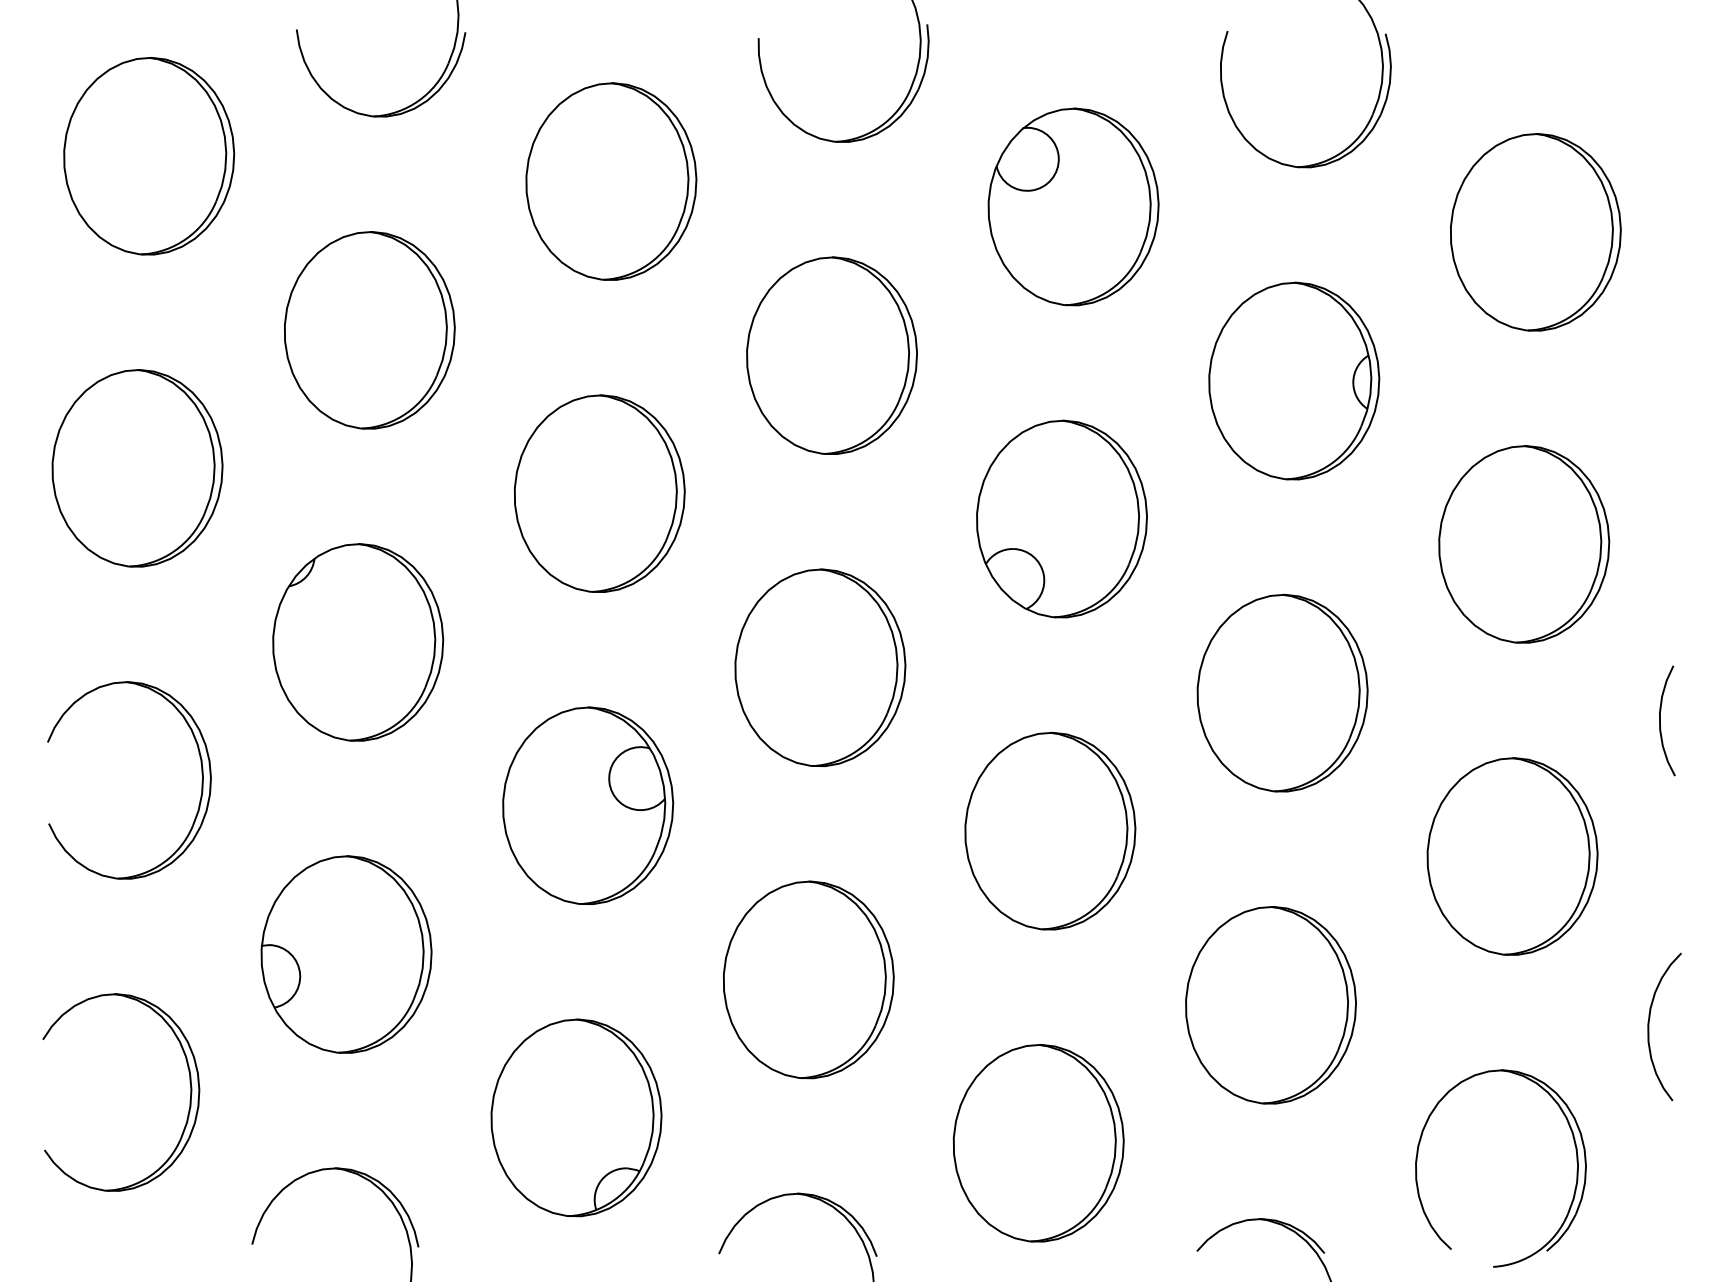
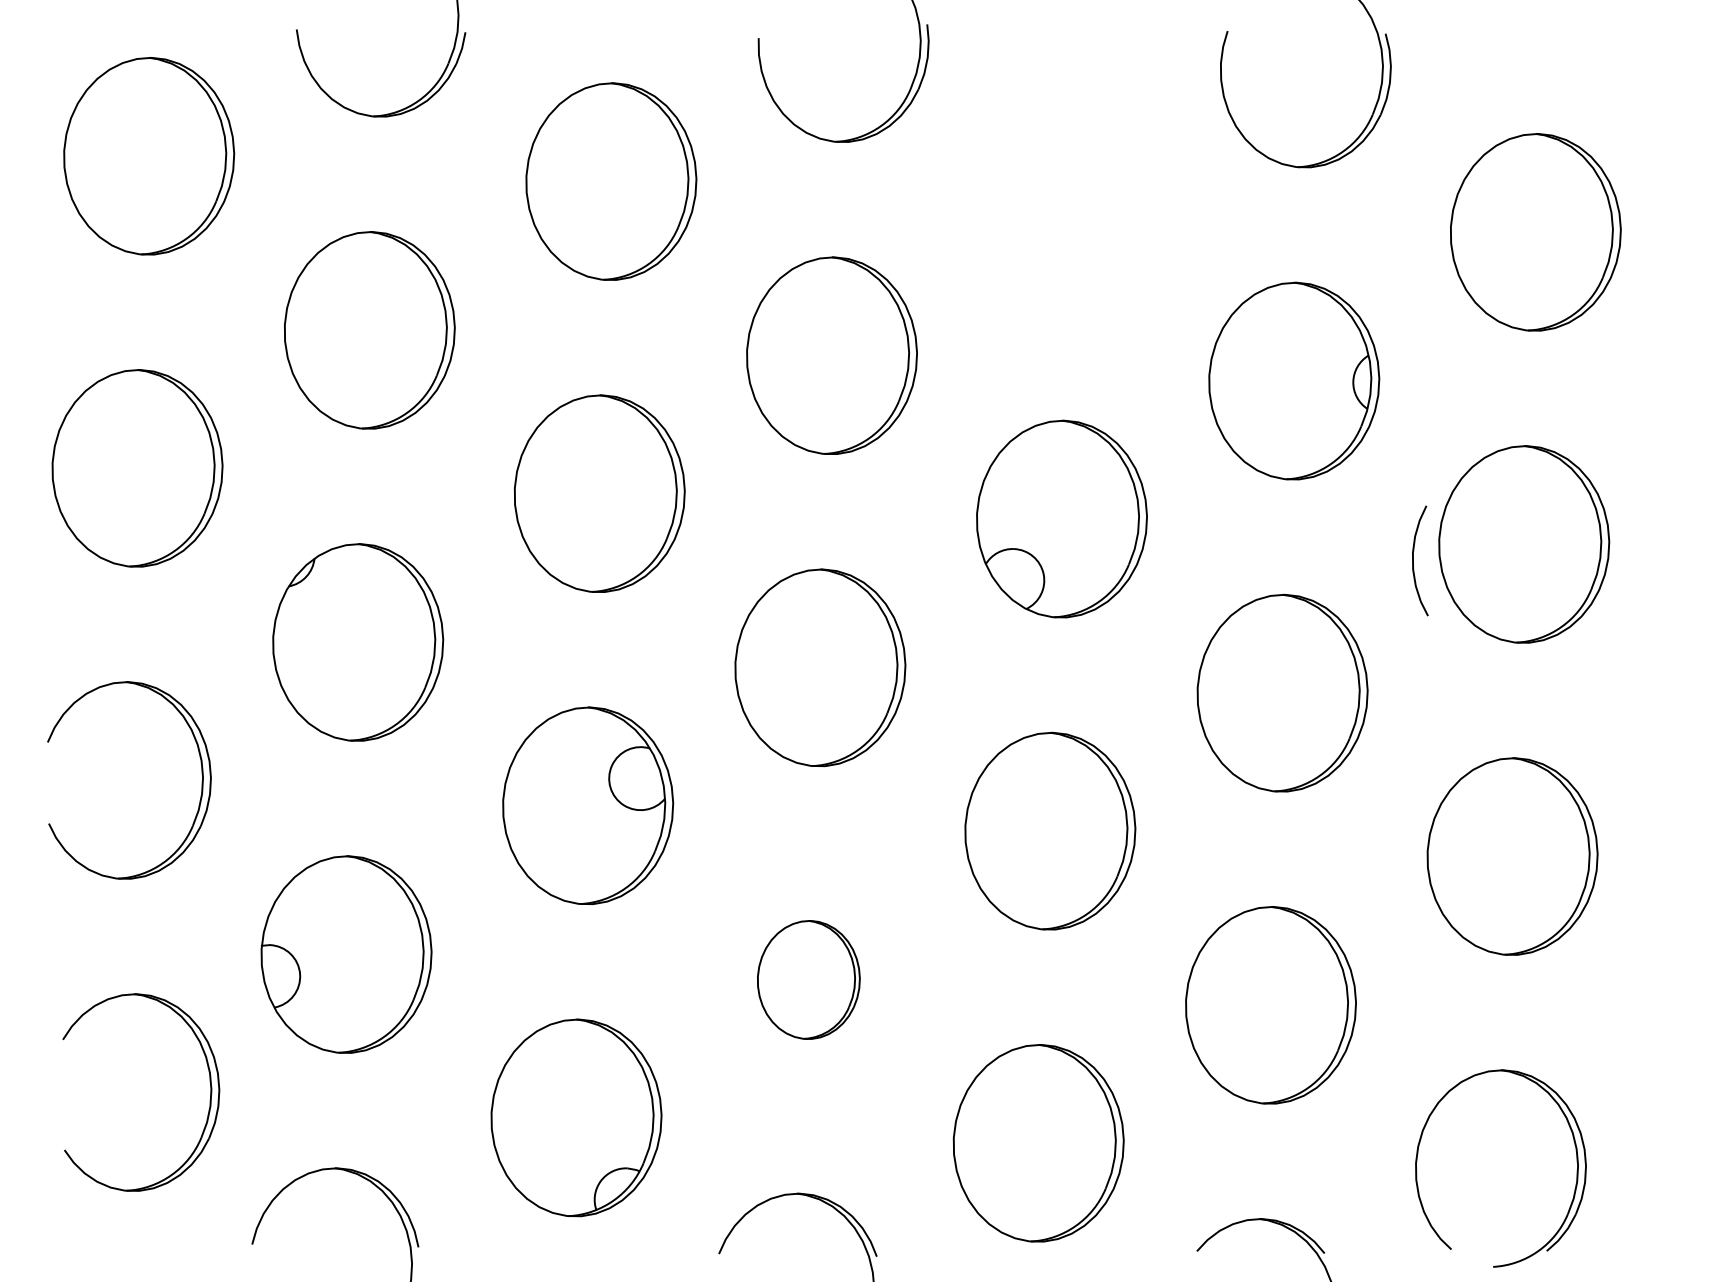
part at (1073, 206): present -> none
curve at (1660, 720) position: (1660, 720) -> (1413, 560)
part at (808, 979) size: 172x200 px -> 104x120 px
curve at (1649, 1026): present -> none
part at (189, 1100) position: (189, 1100) -> (209, 1100)
